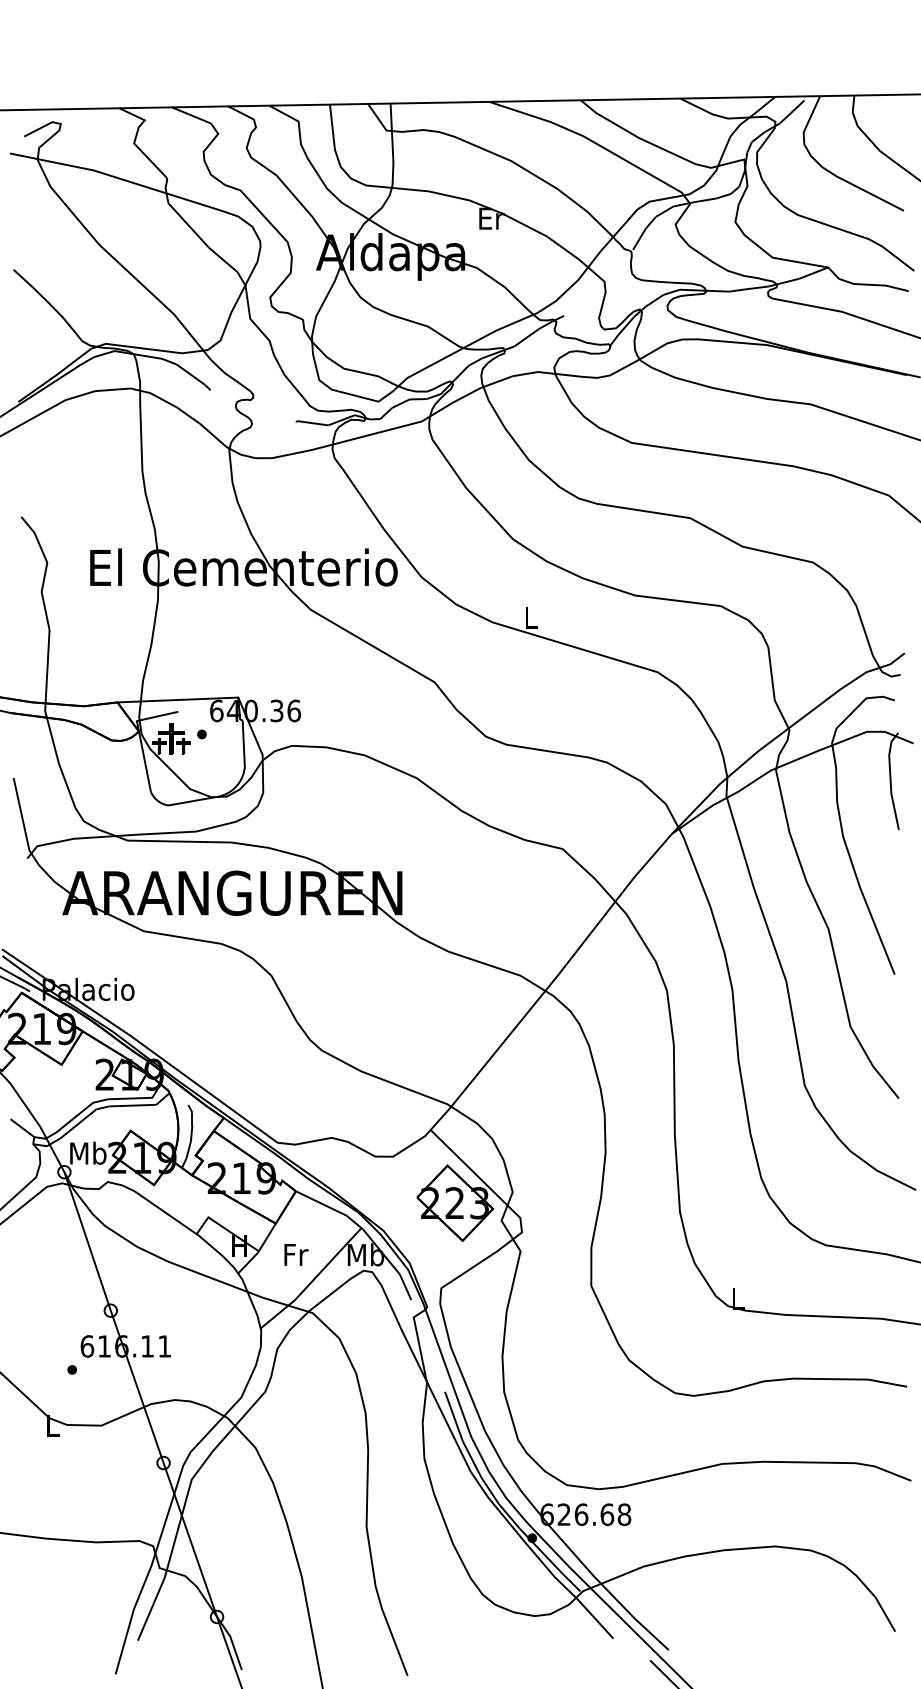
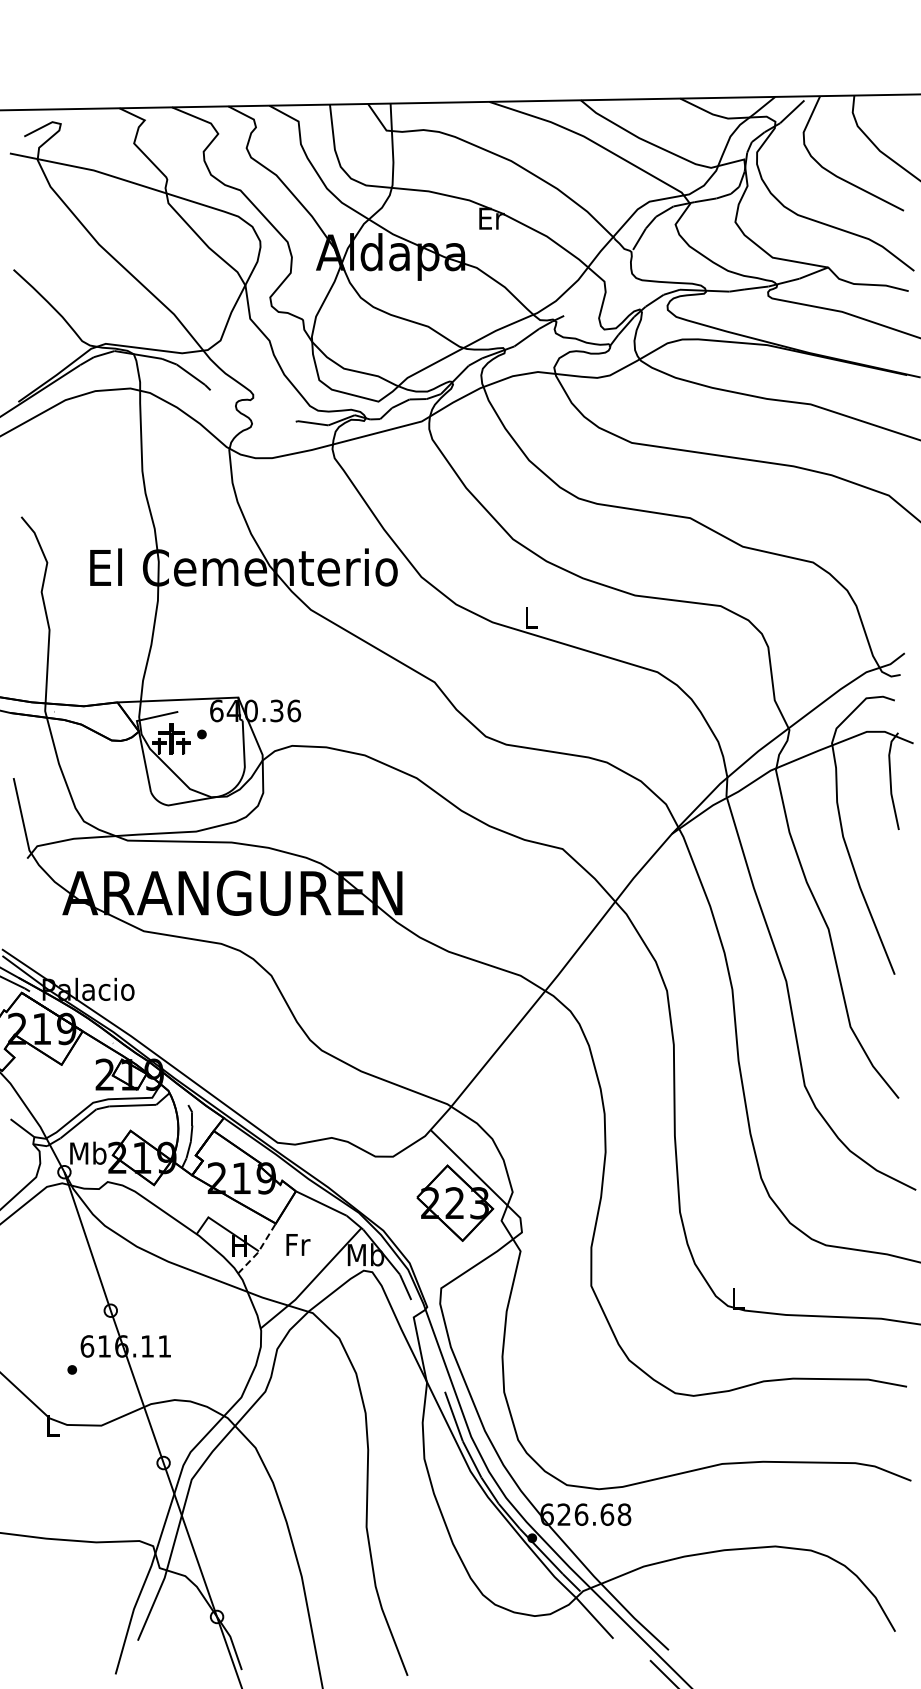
line at (259, 1250): solid -> dashed
text at (296, 1254) position: (296, 1254) -> (298, 1244)
